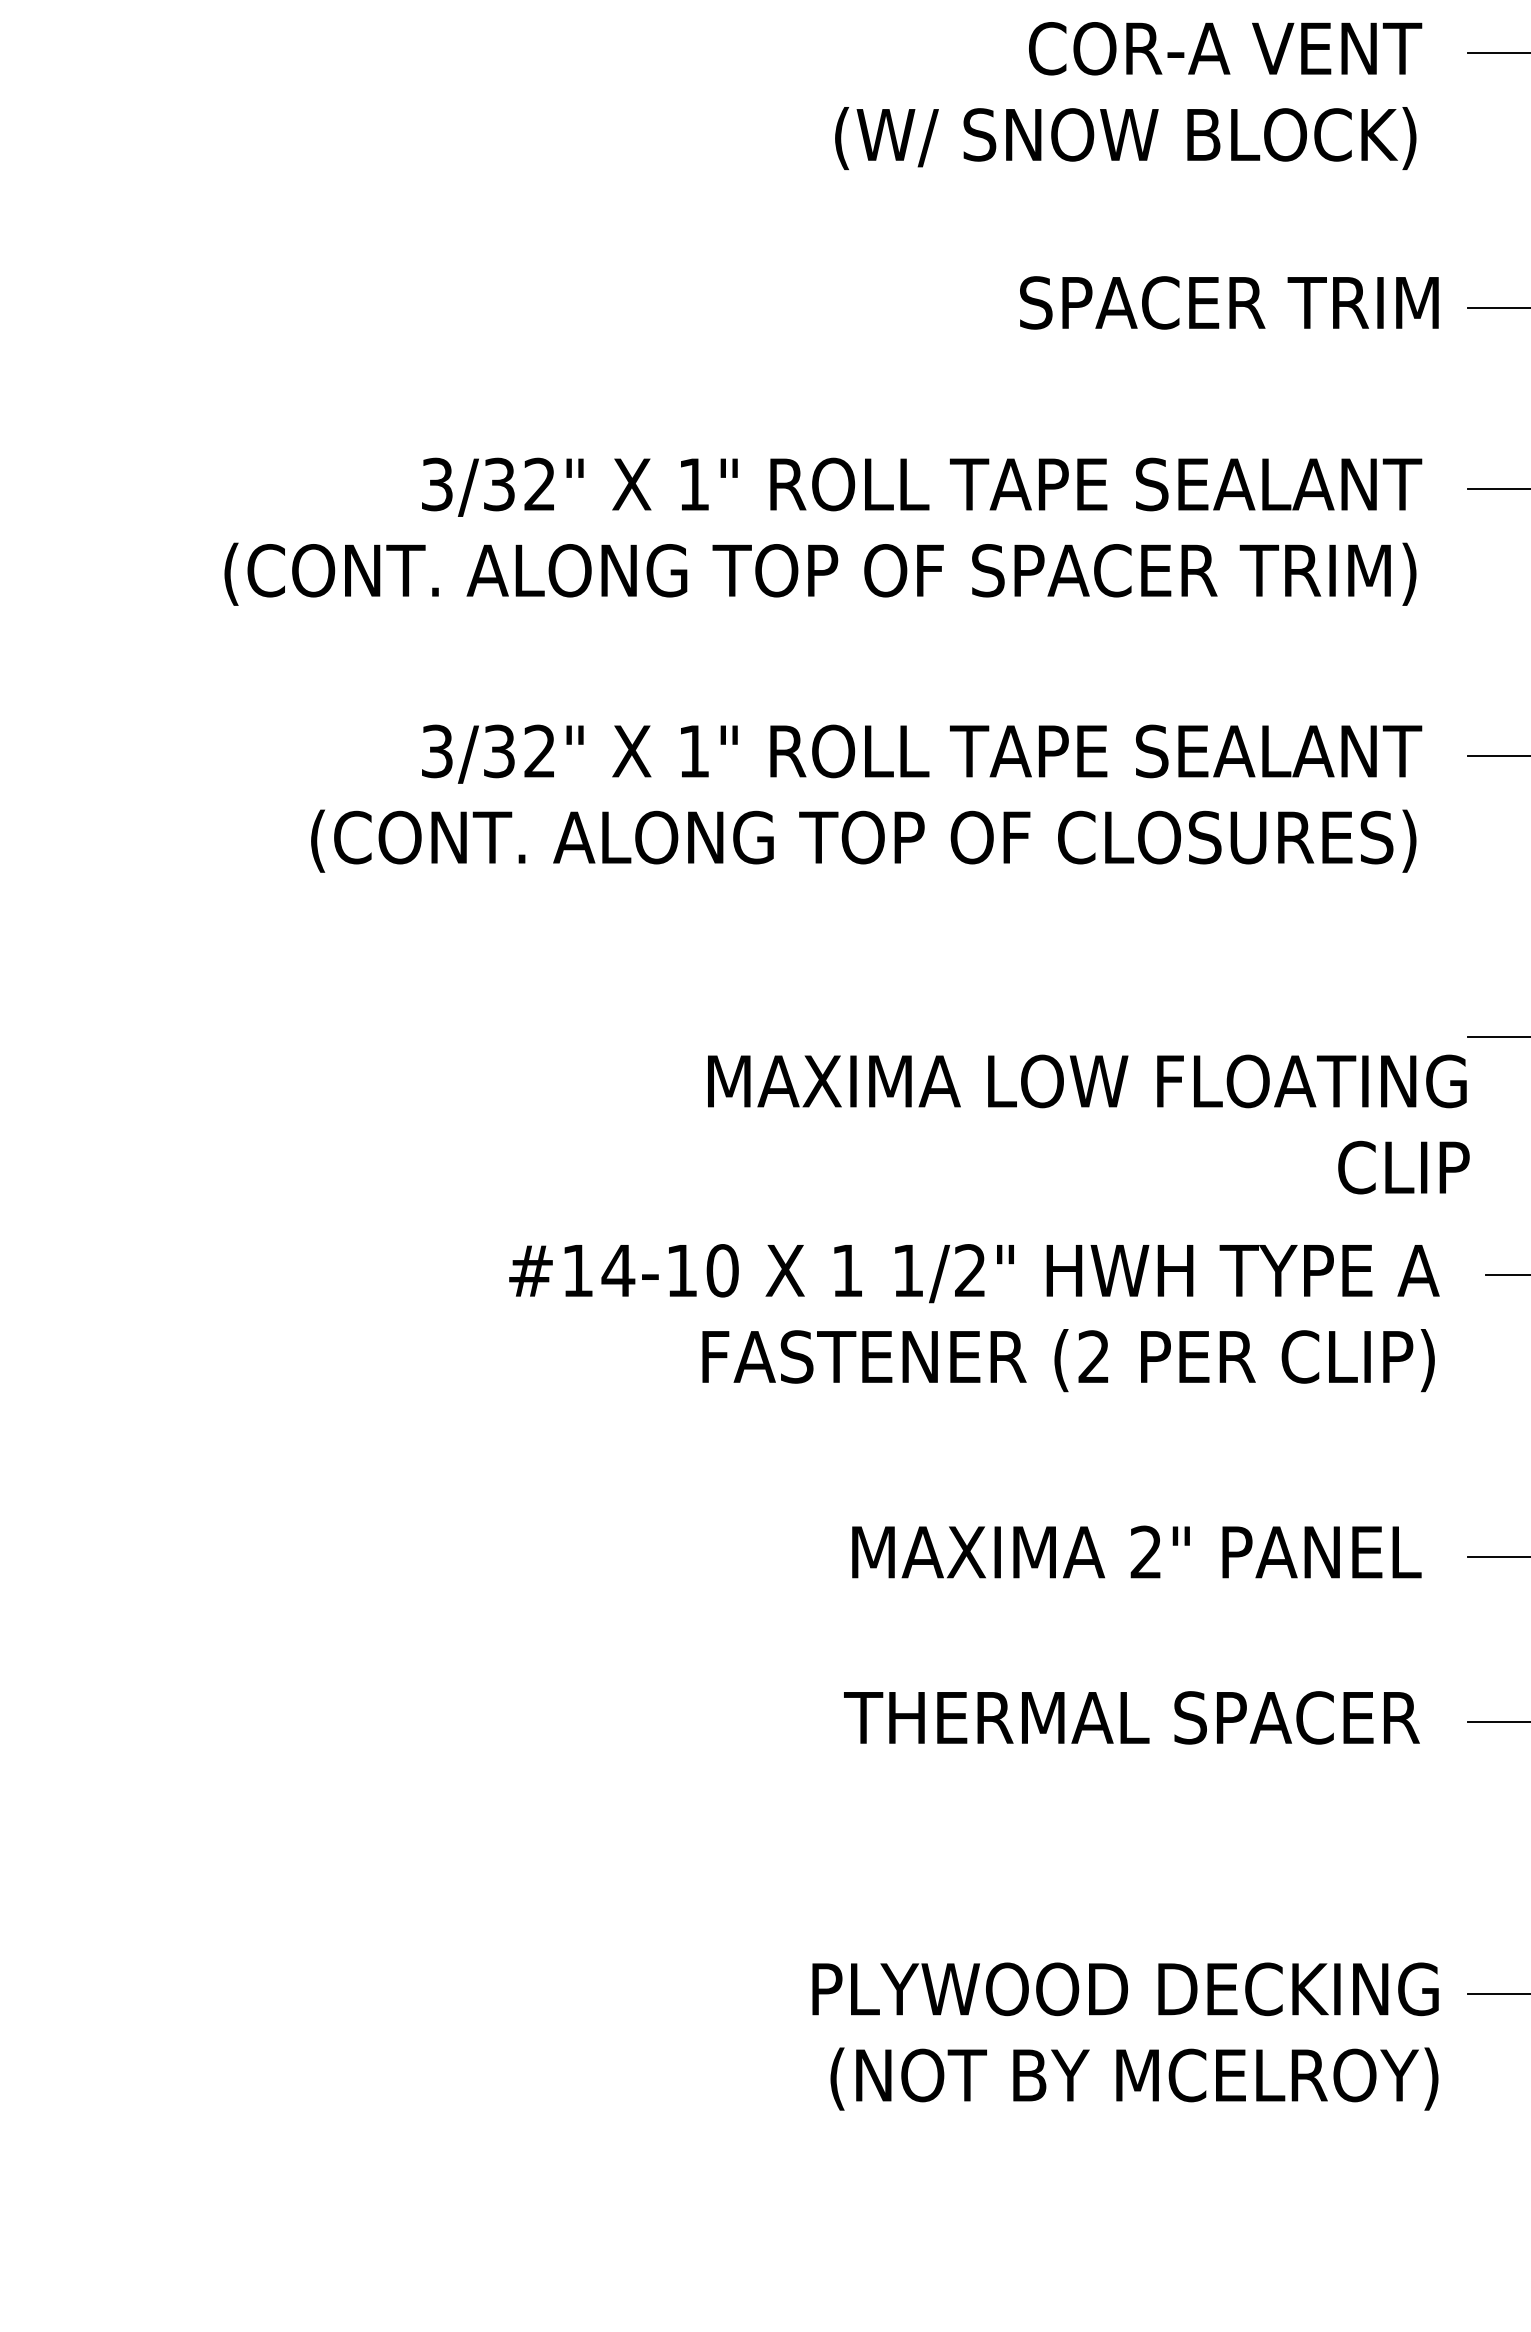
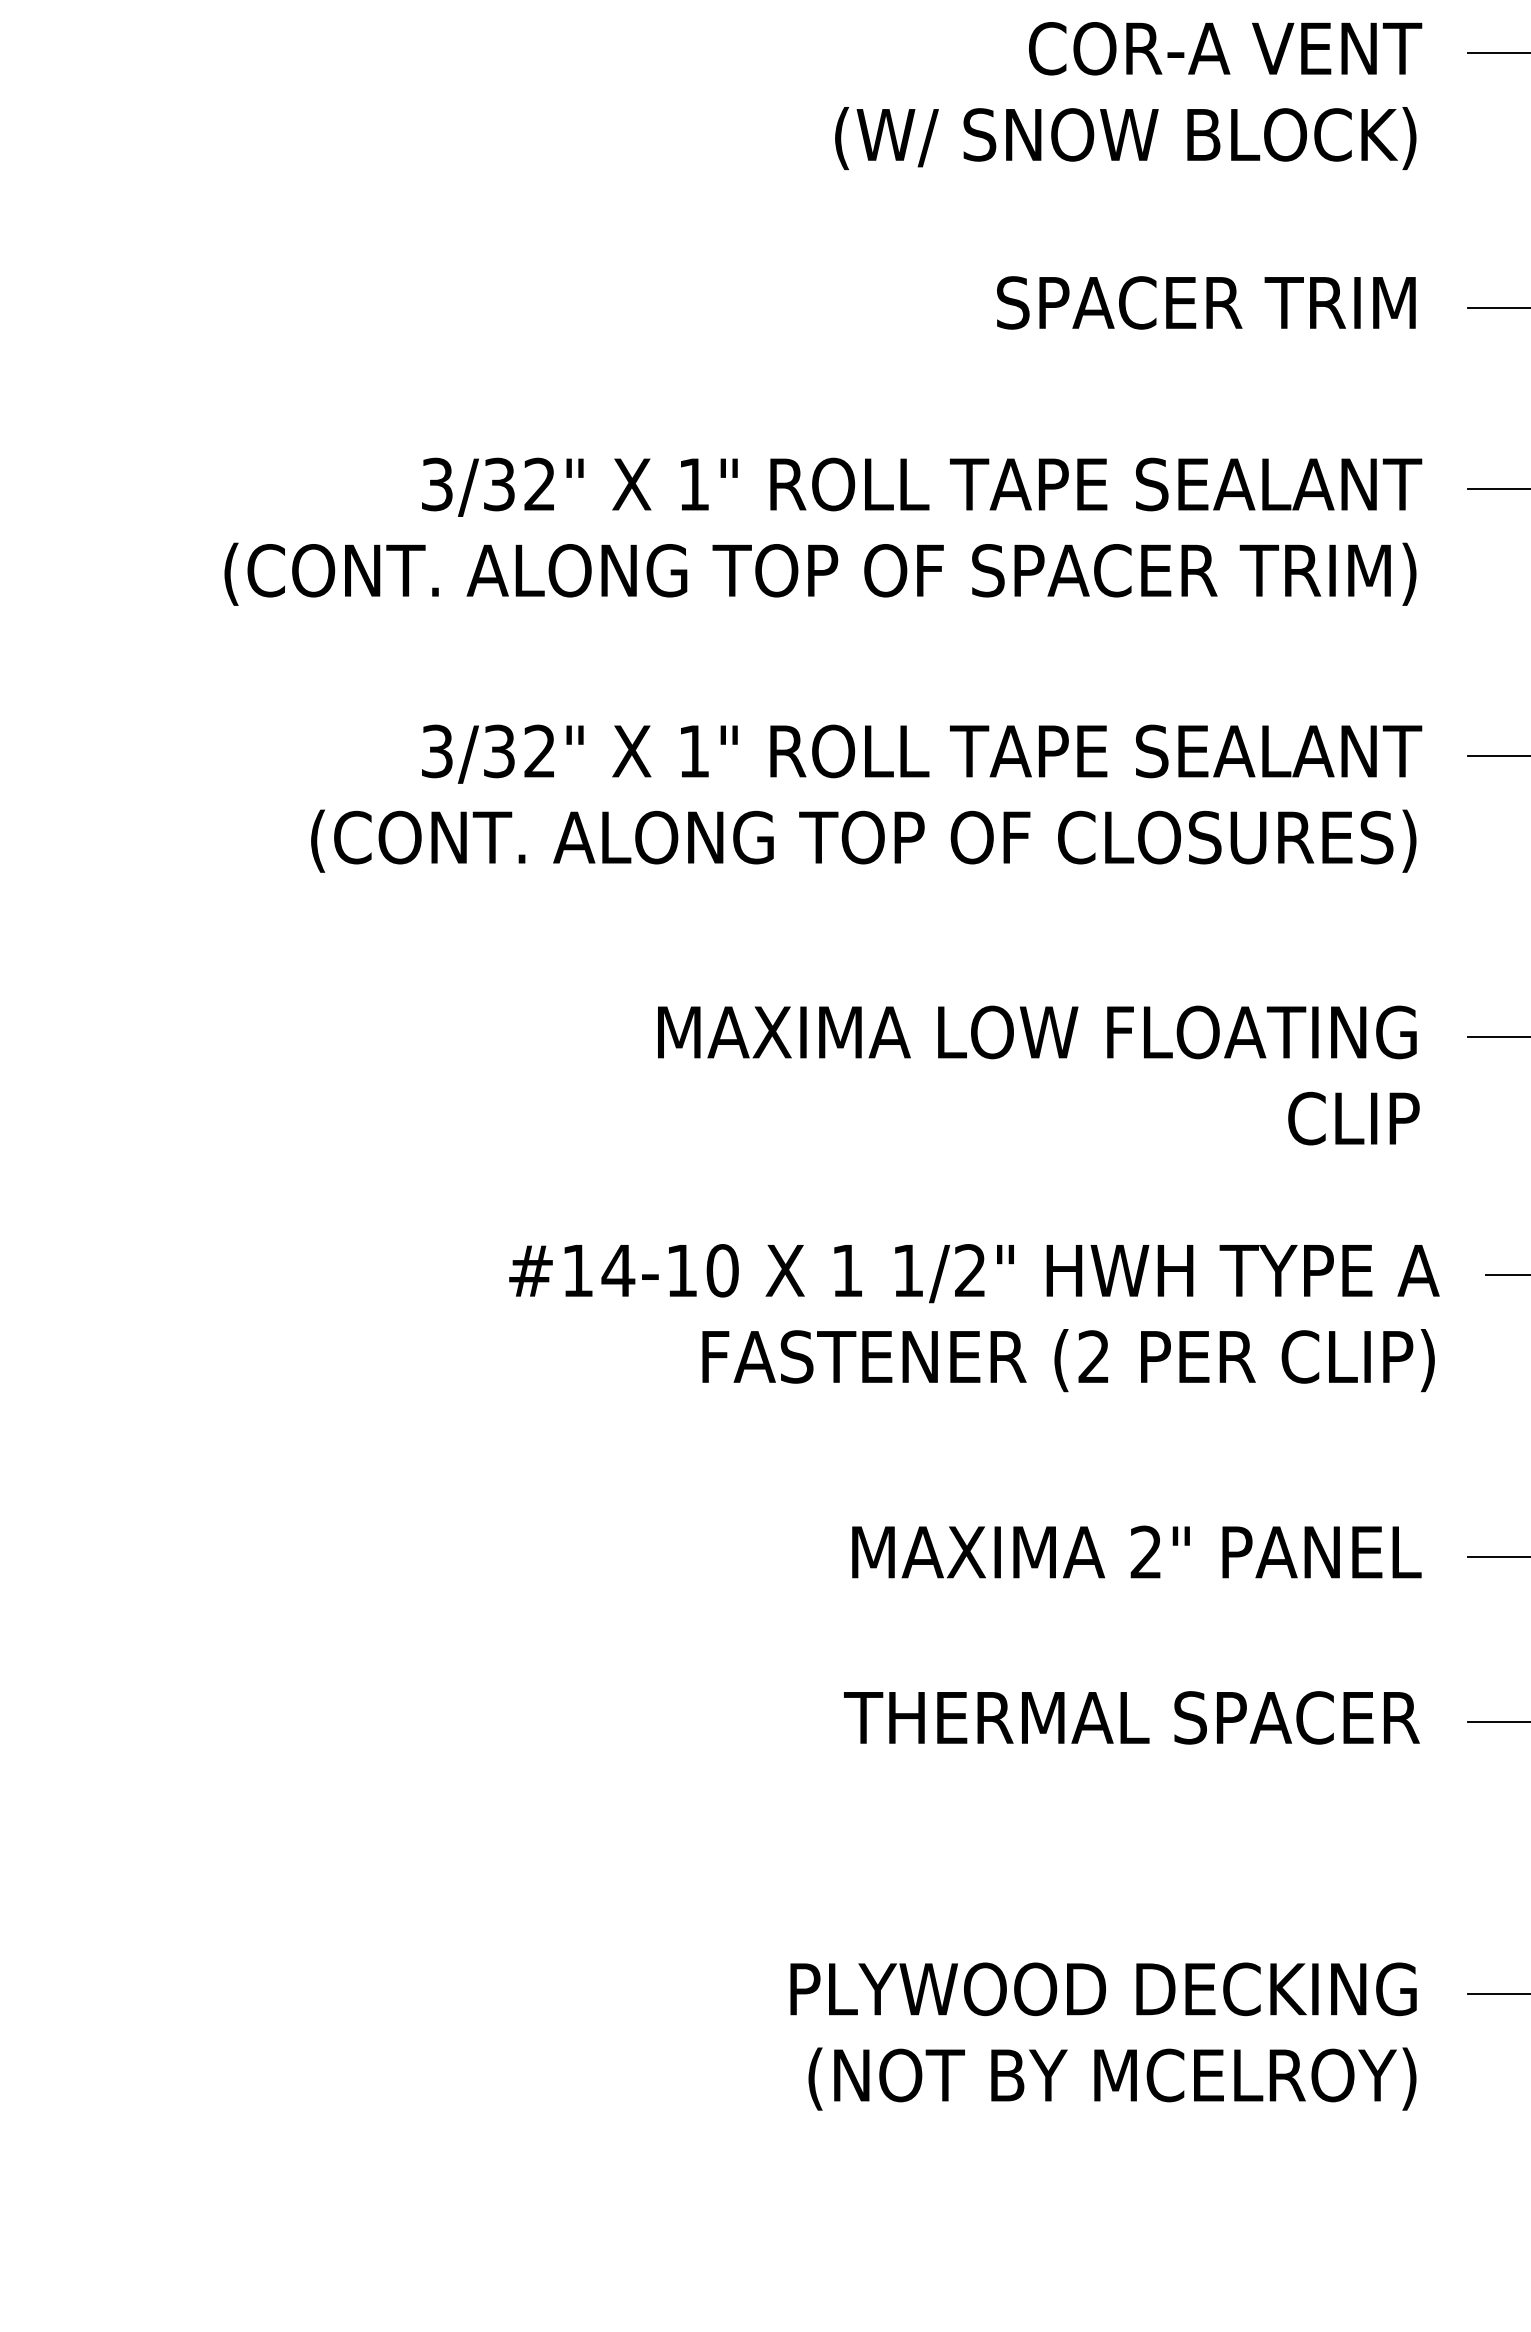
text at (1229, 302) position: (1229, 302) -> (1206, 302)
text at (1088, 1124) position: (1088, 1124) -> (1038, 1075)
text at (1125, 2036) position: (1125, 2036) -> (1103, 2036)
